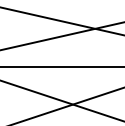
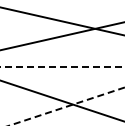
line at (62, 66): solid -> dashed
line at (66, 106): solid -> dashed
